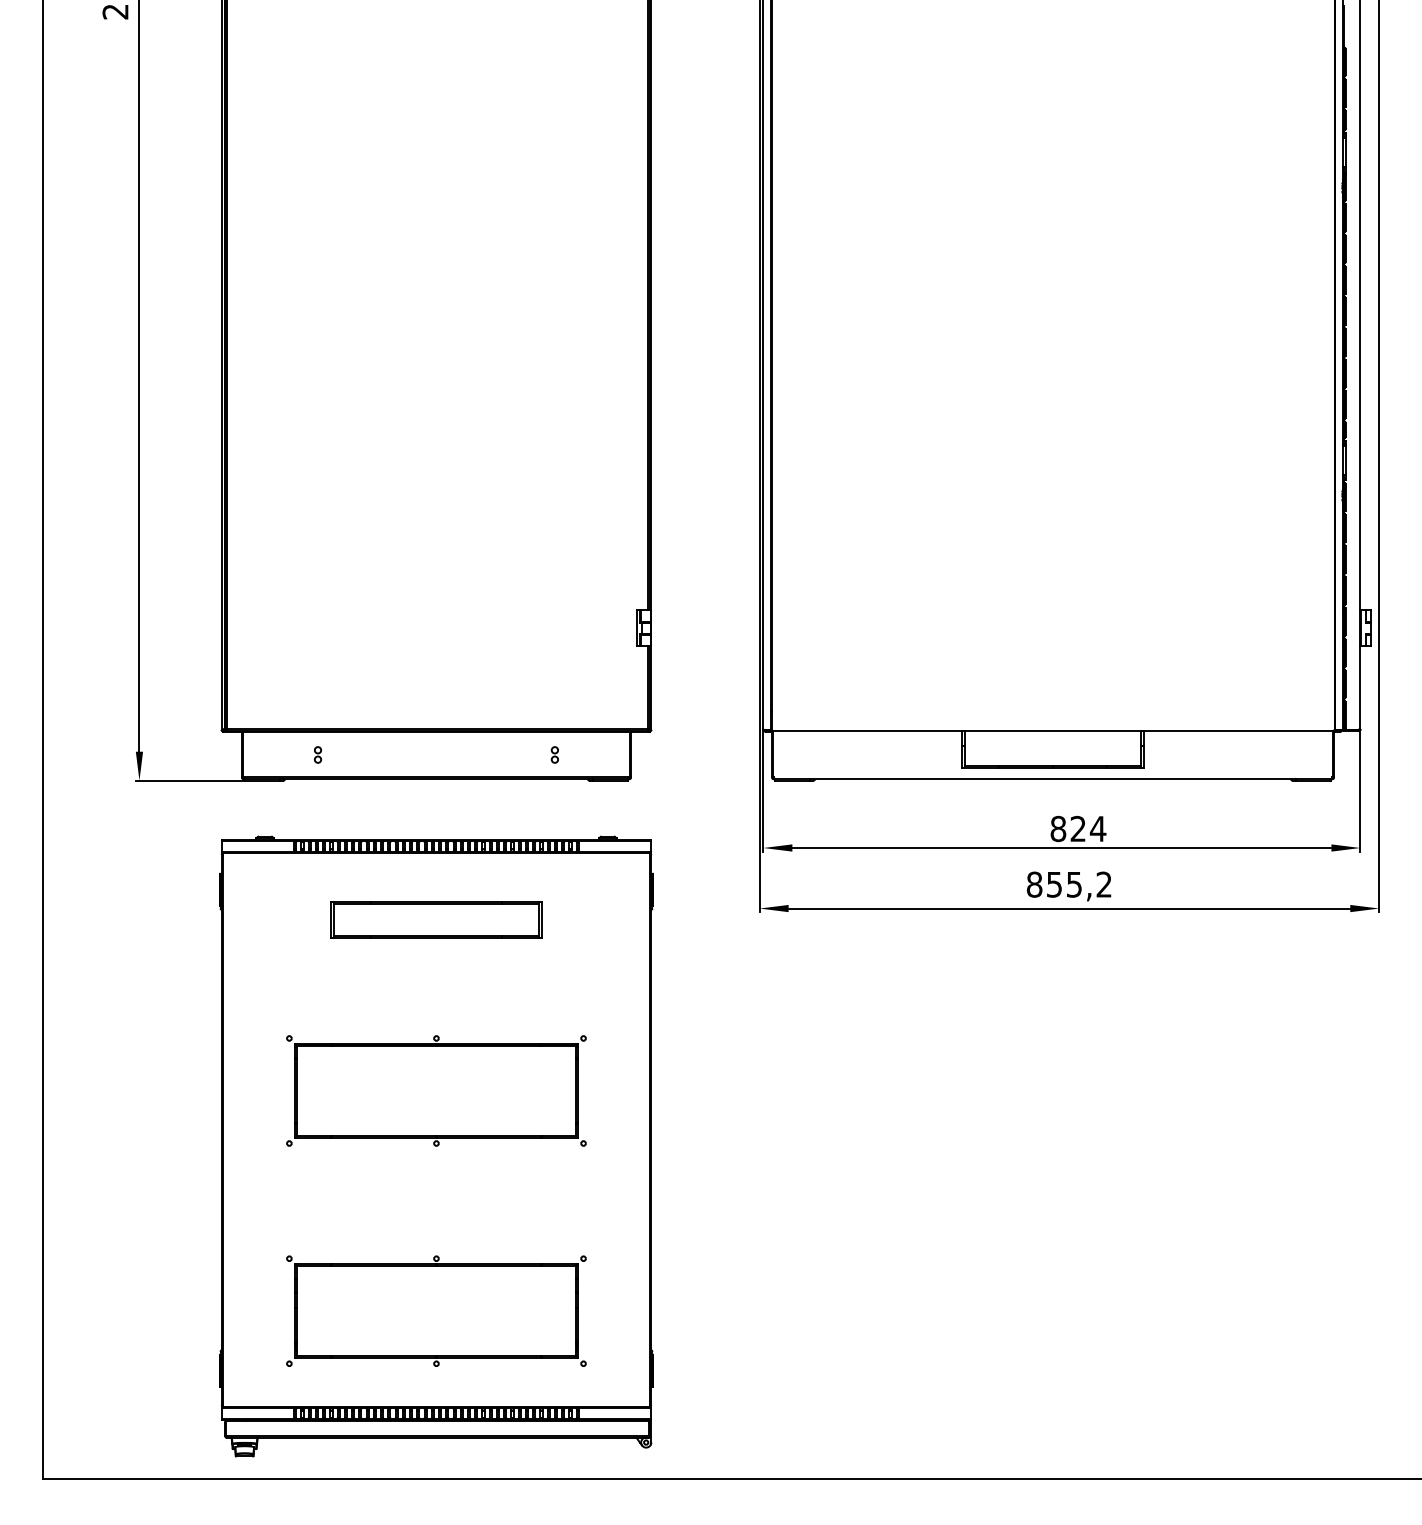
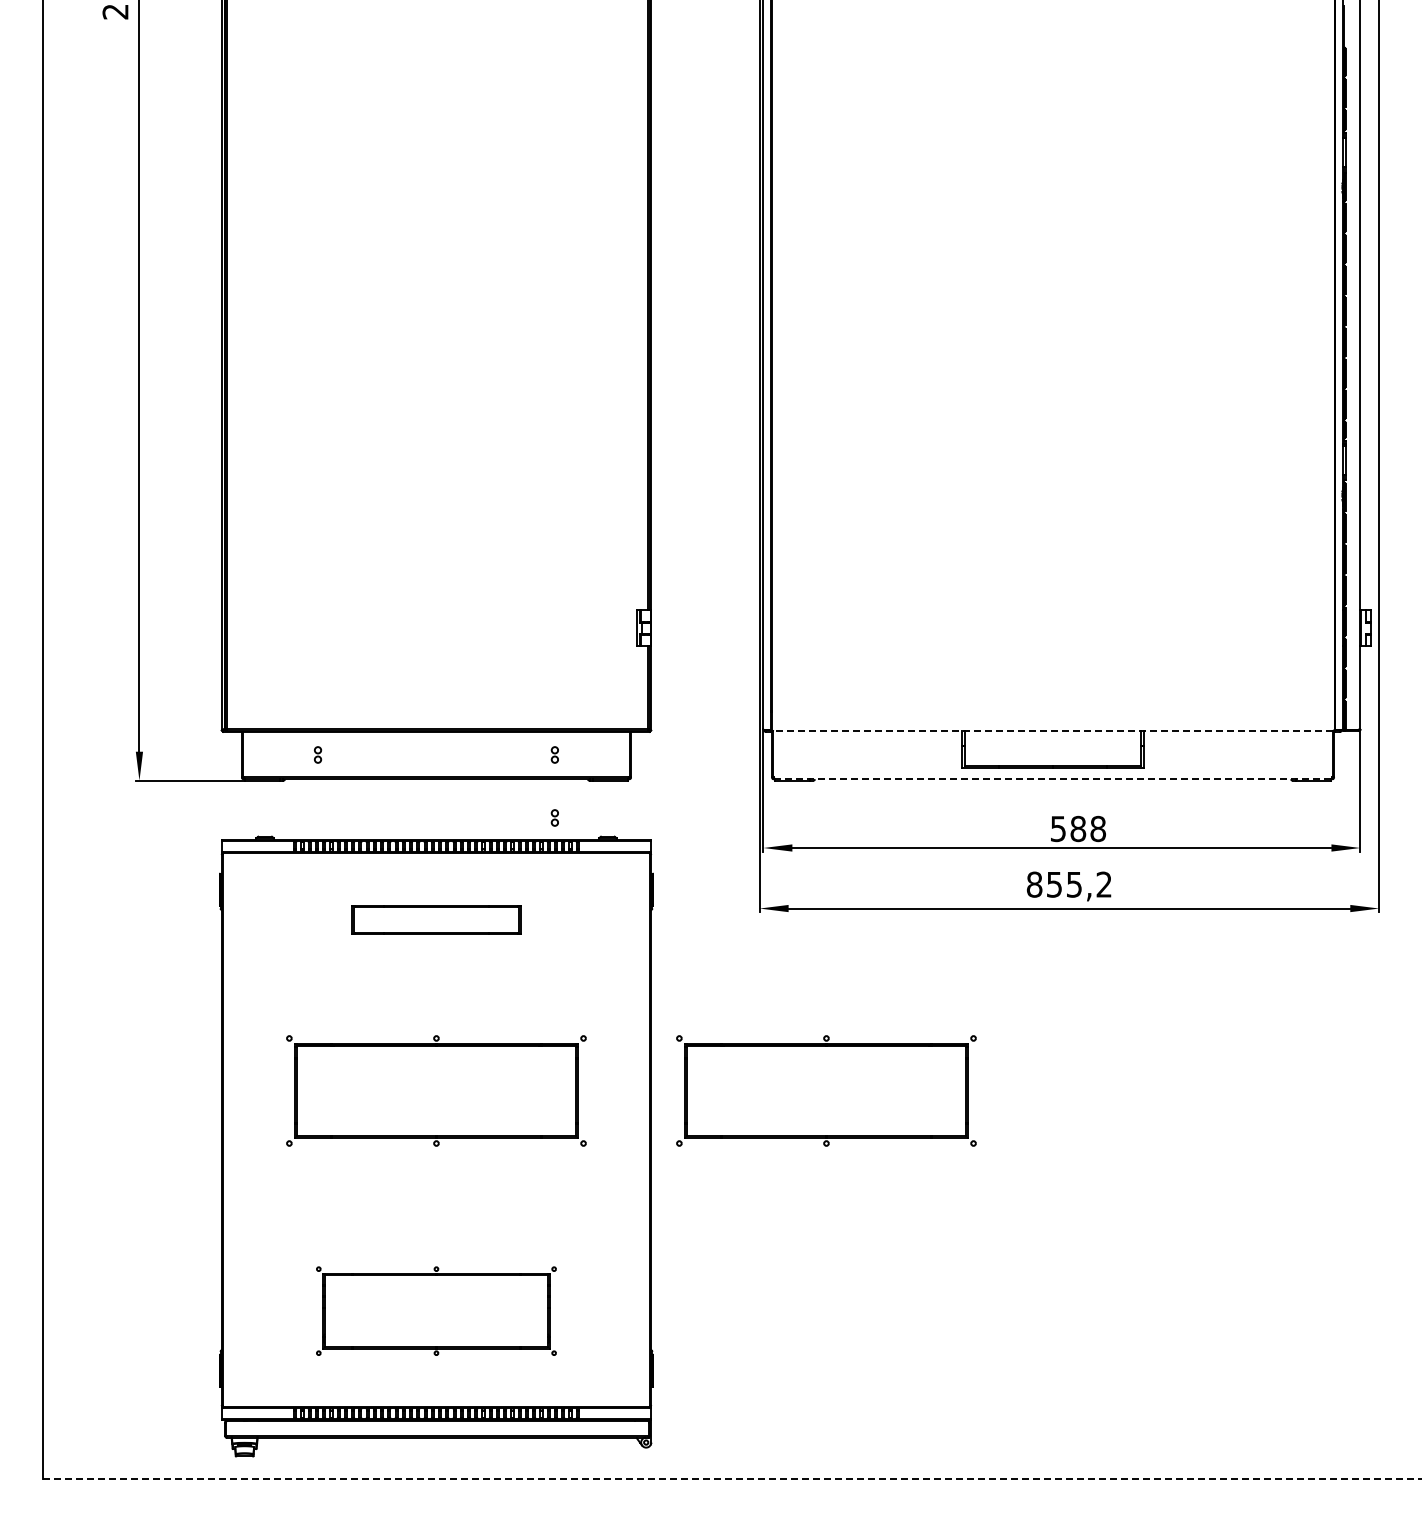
line at (1053, 731): solid -> dashed
line at (1053, 779): solid -> dashed
part at (554, 817): none -> present
text at (1078, 828): 824 -> 588
part at (436, 919) size: 213x38 px -> 171x30 px
part at (826, 1090): none -> present
part at (436, 1310) size: 301x112 px -> 241x90 px
line at (732, 1479): solid -> dashed
